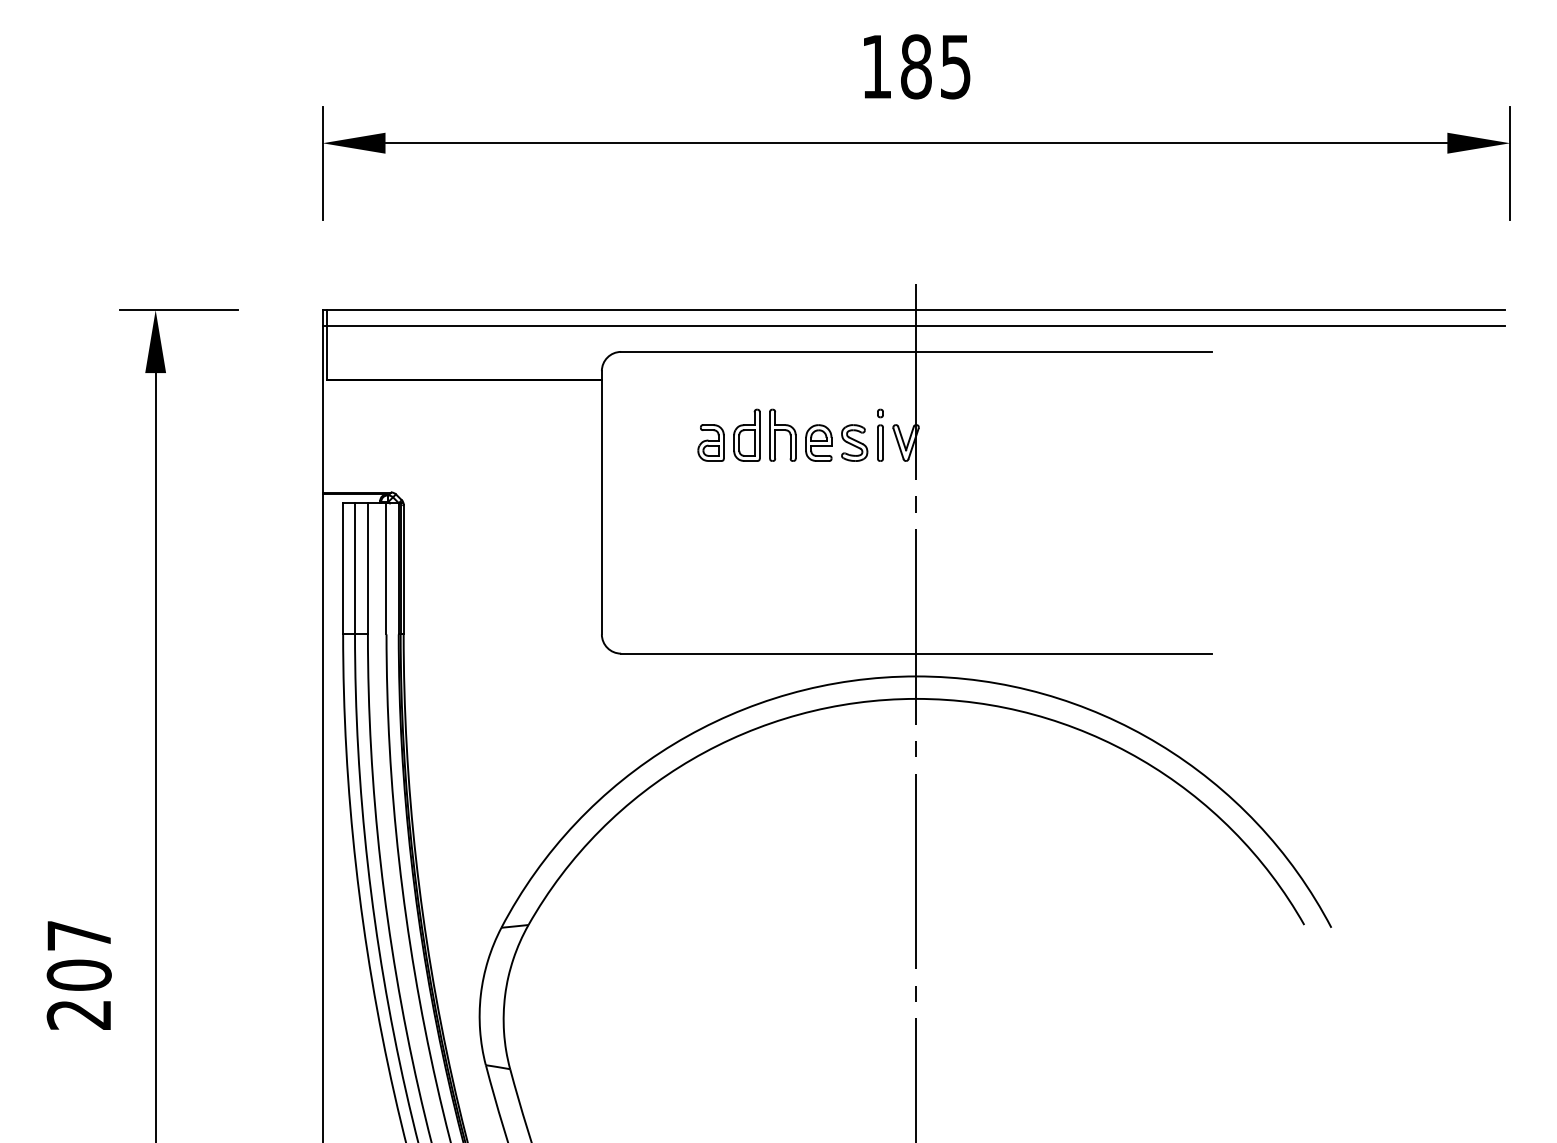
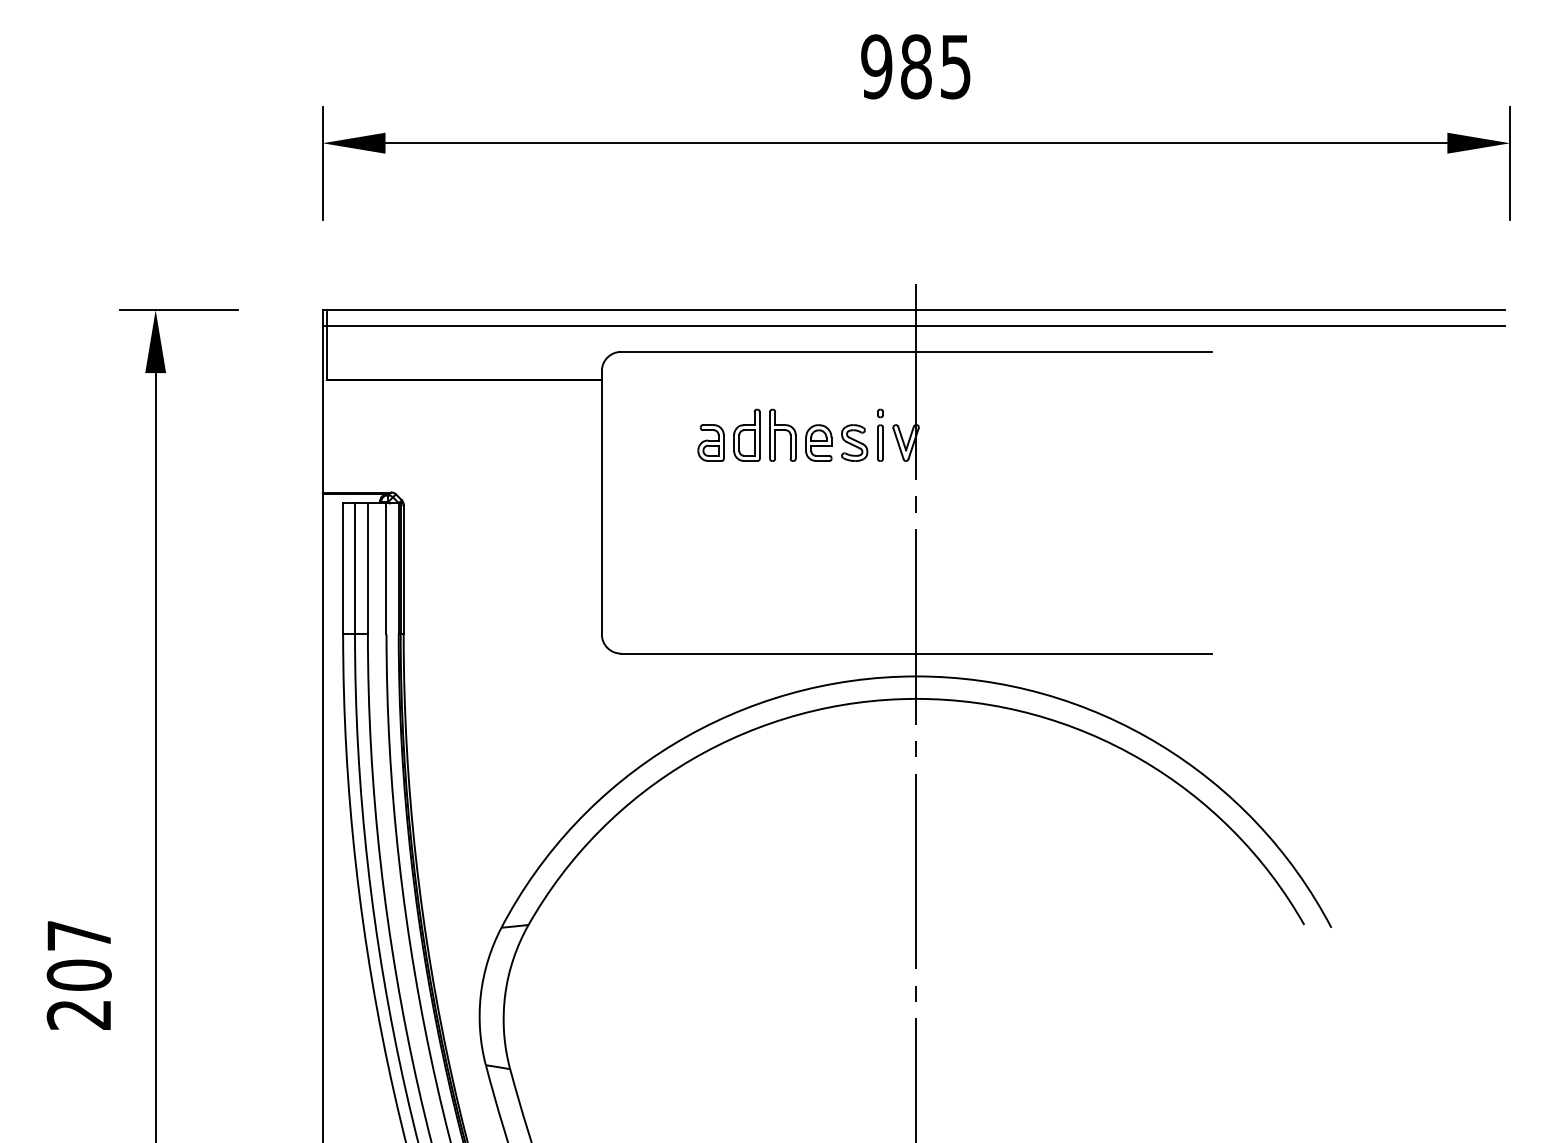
text at (876, 66): 185 -> 985
